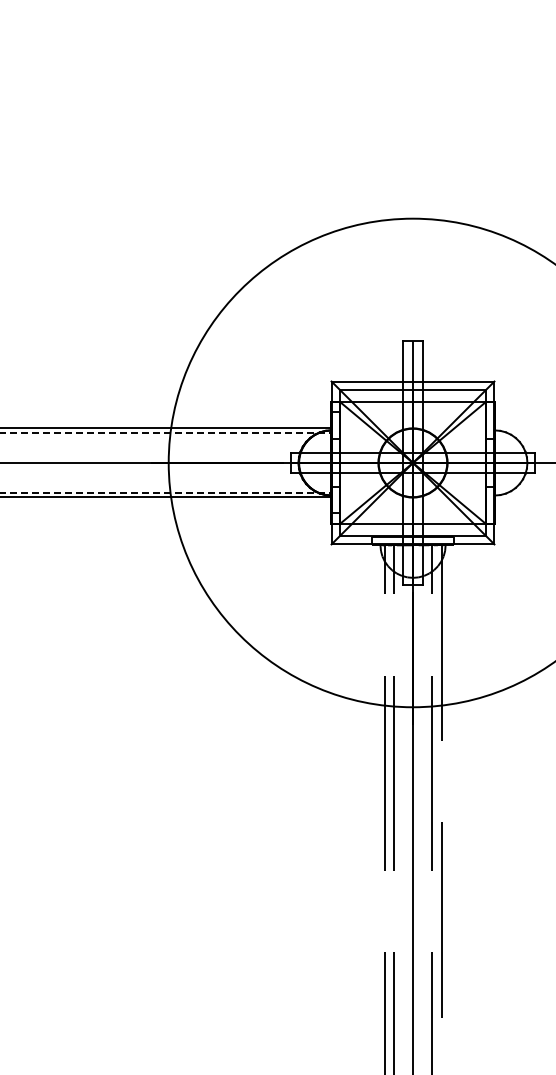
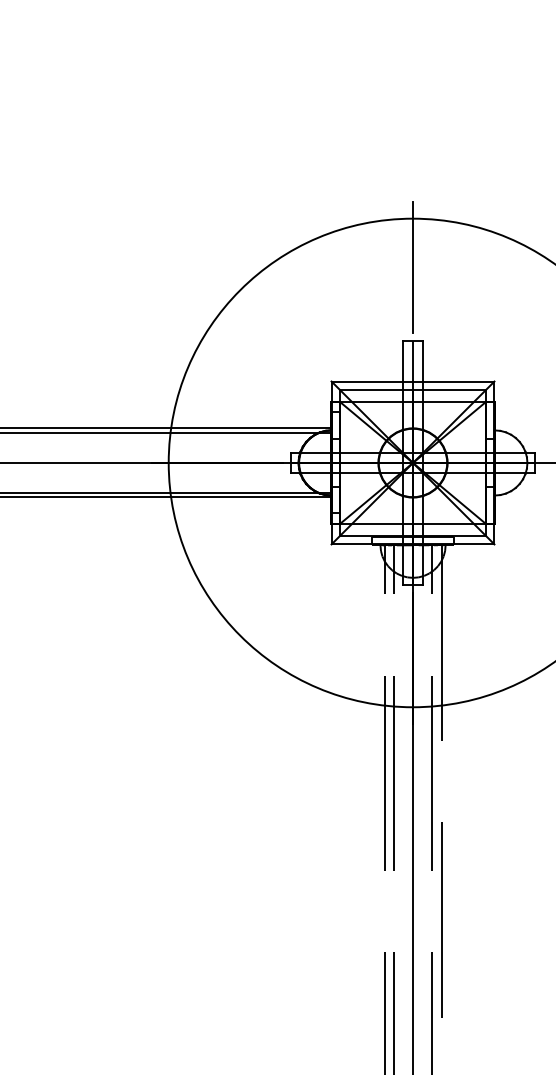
line at (413, 267): none -> present
line at (166, 432): dashed -> solid
line at (166, 492): dashed -> solid
